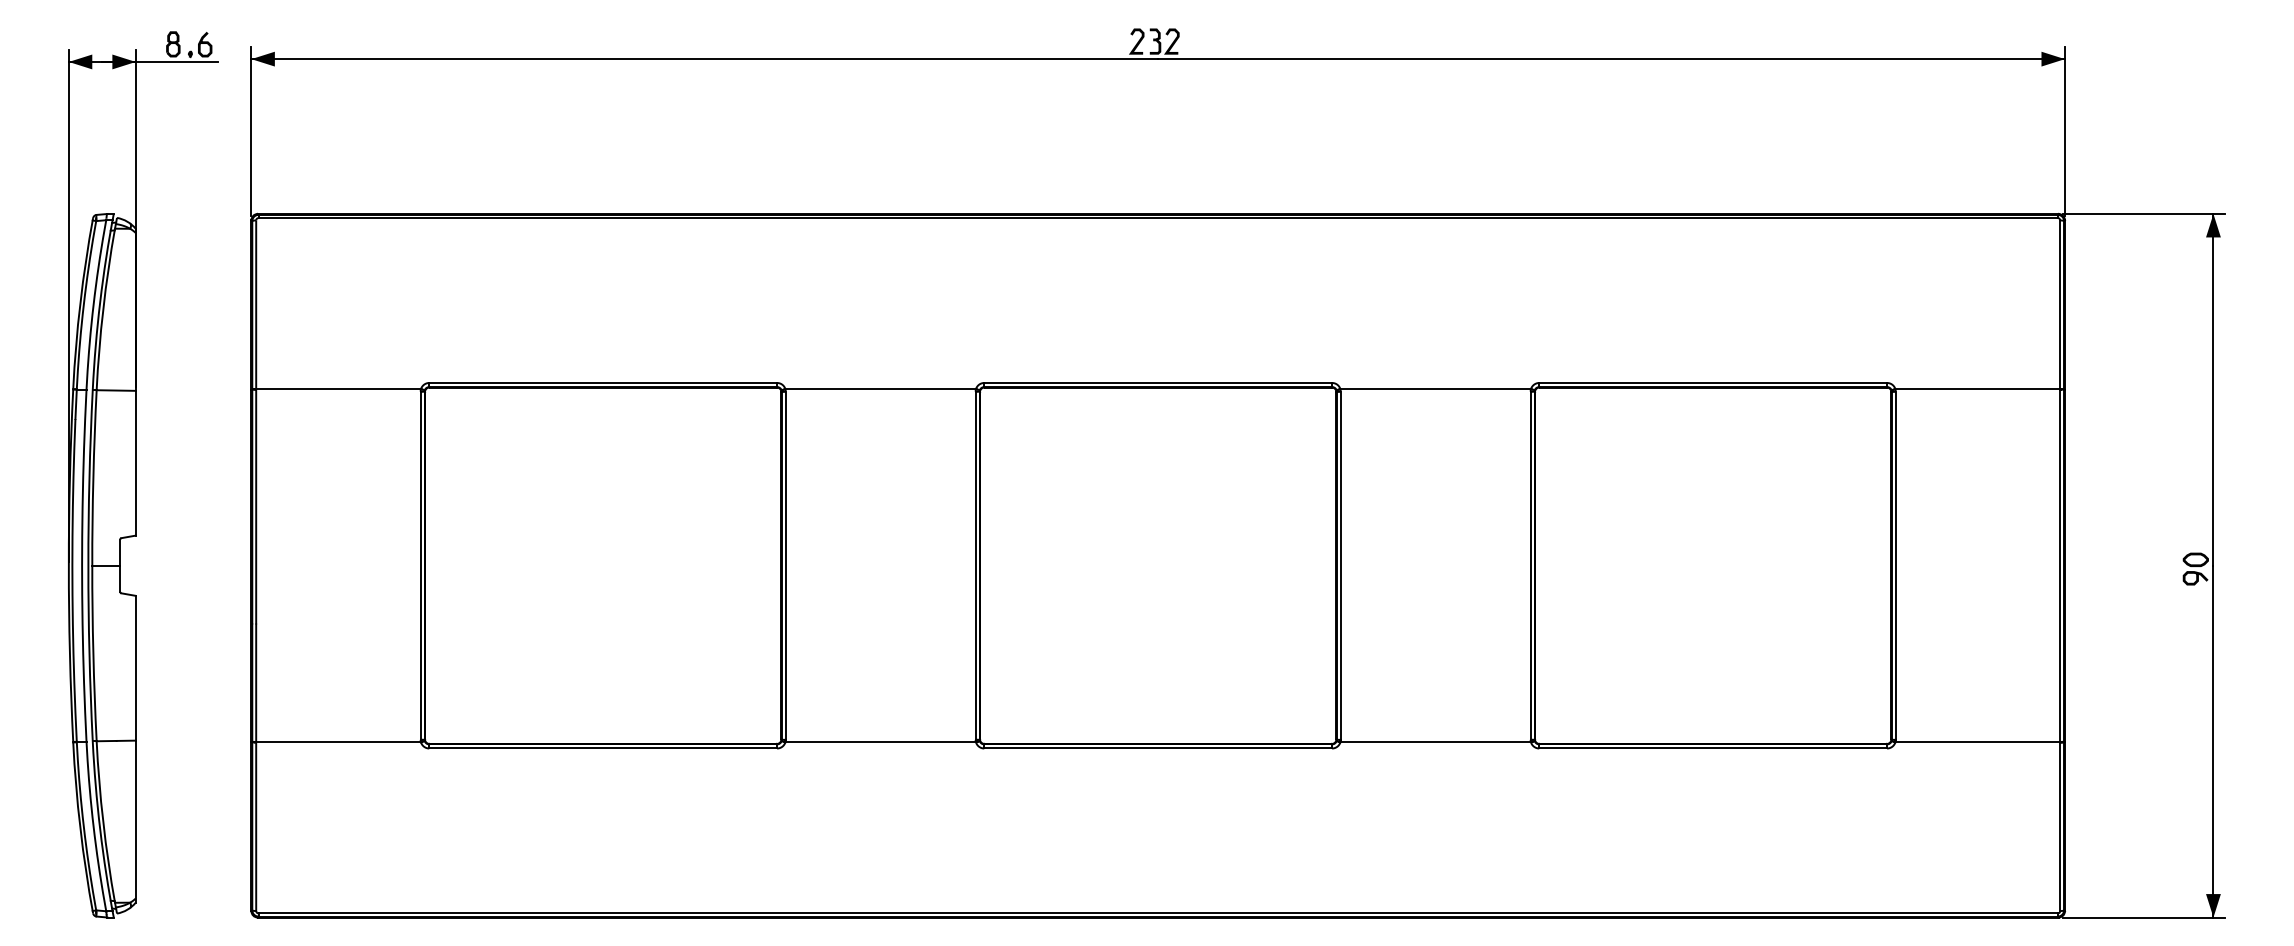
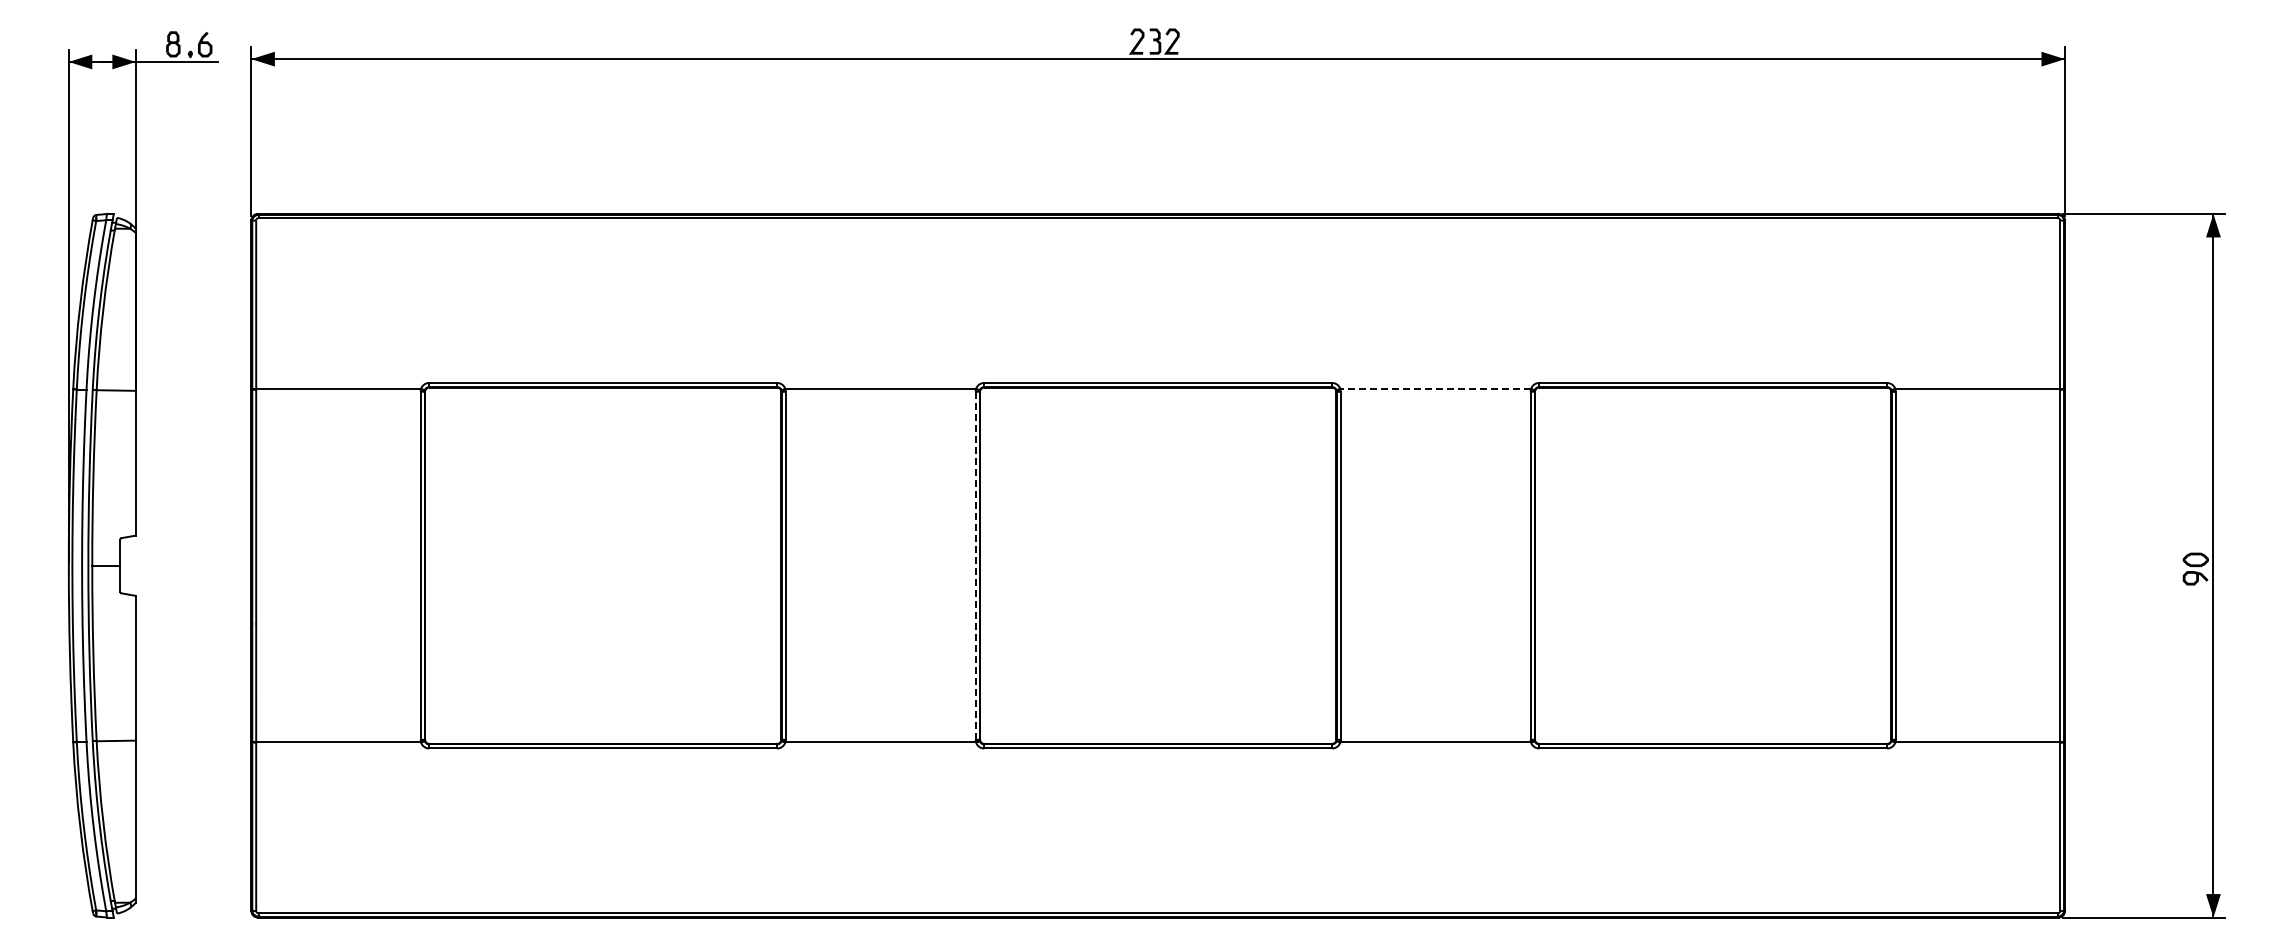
line at (1435, 389): solid -> dashed
line at (975, 565): solid -> dashed
